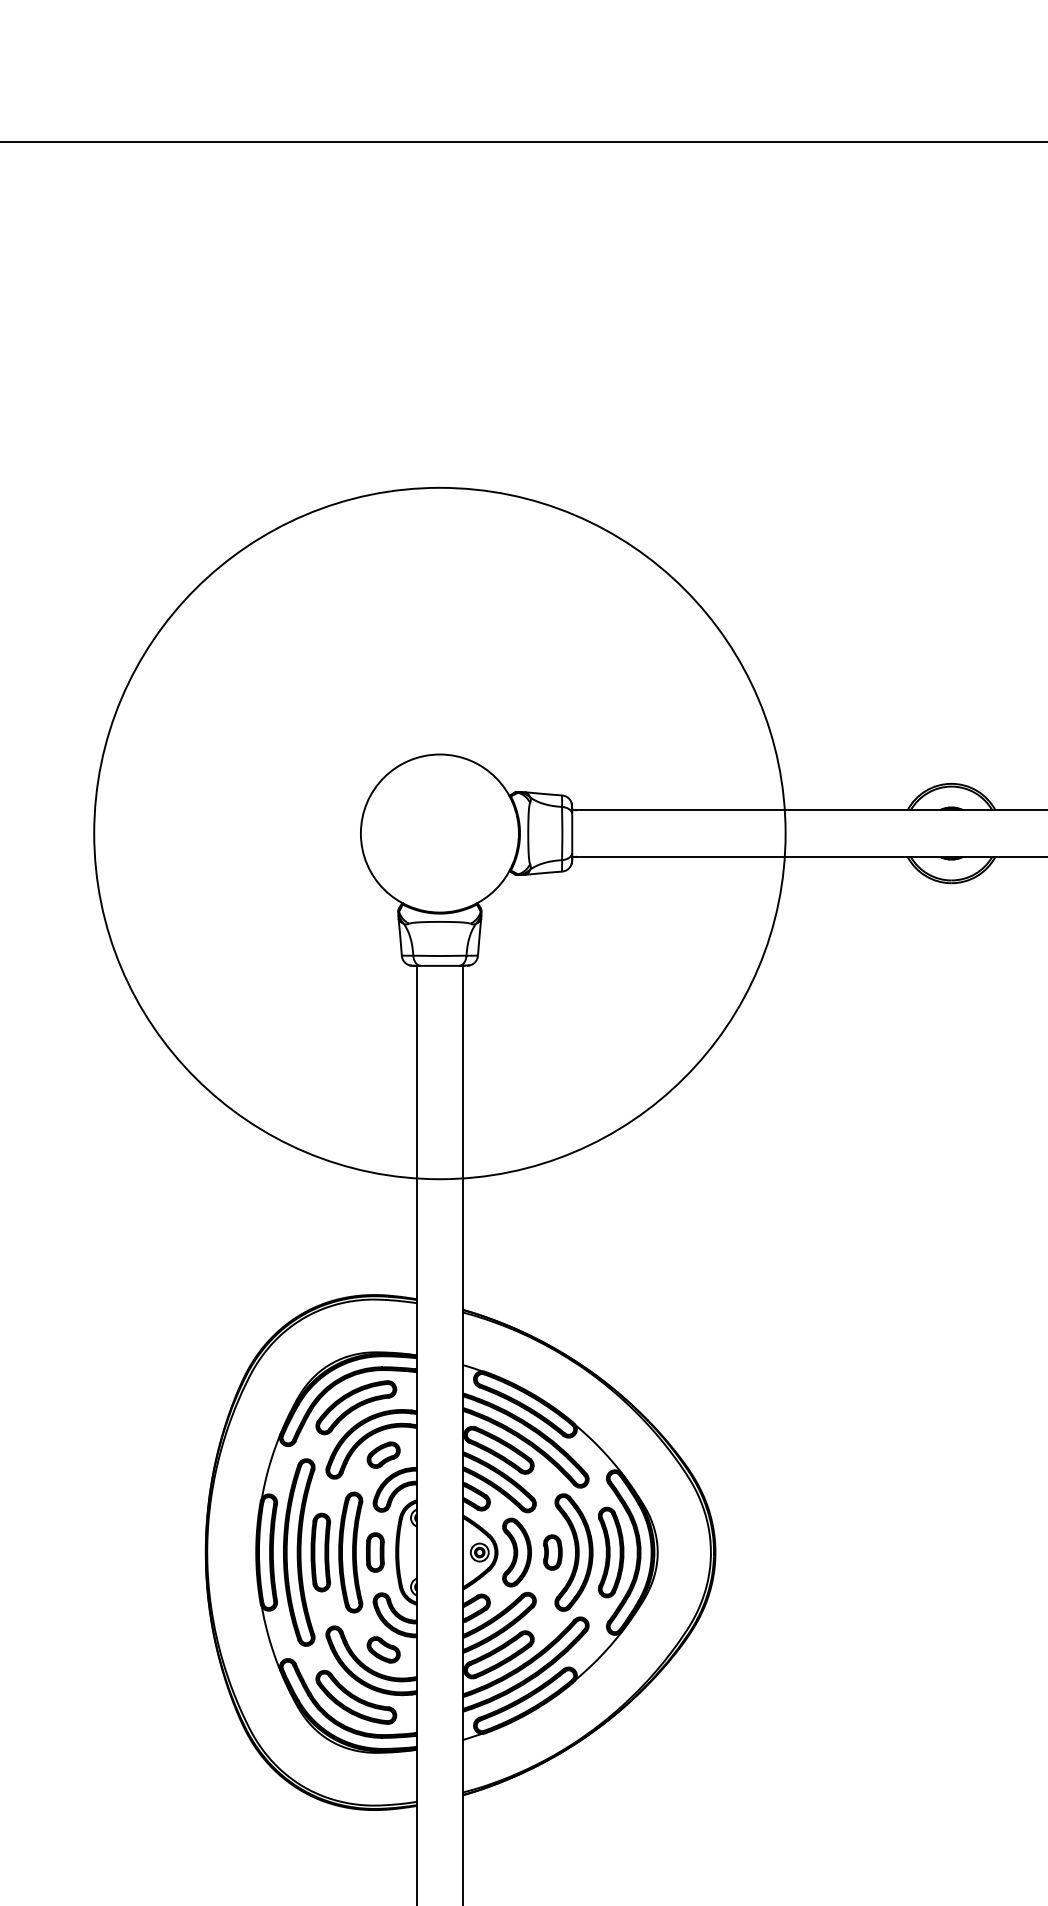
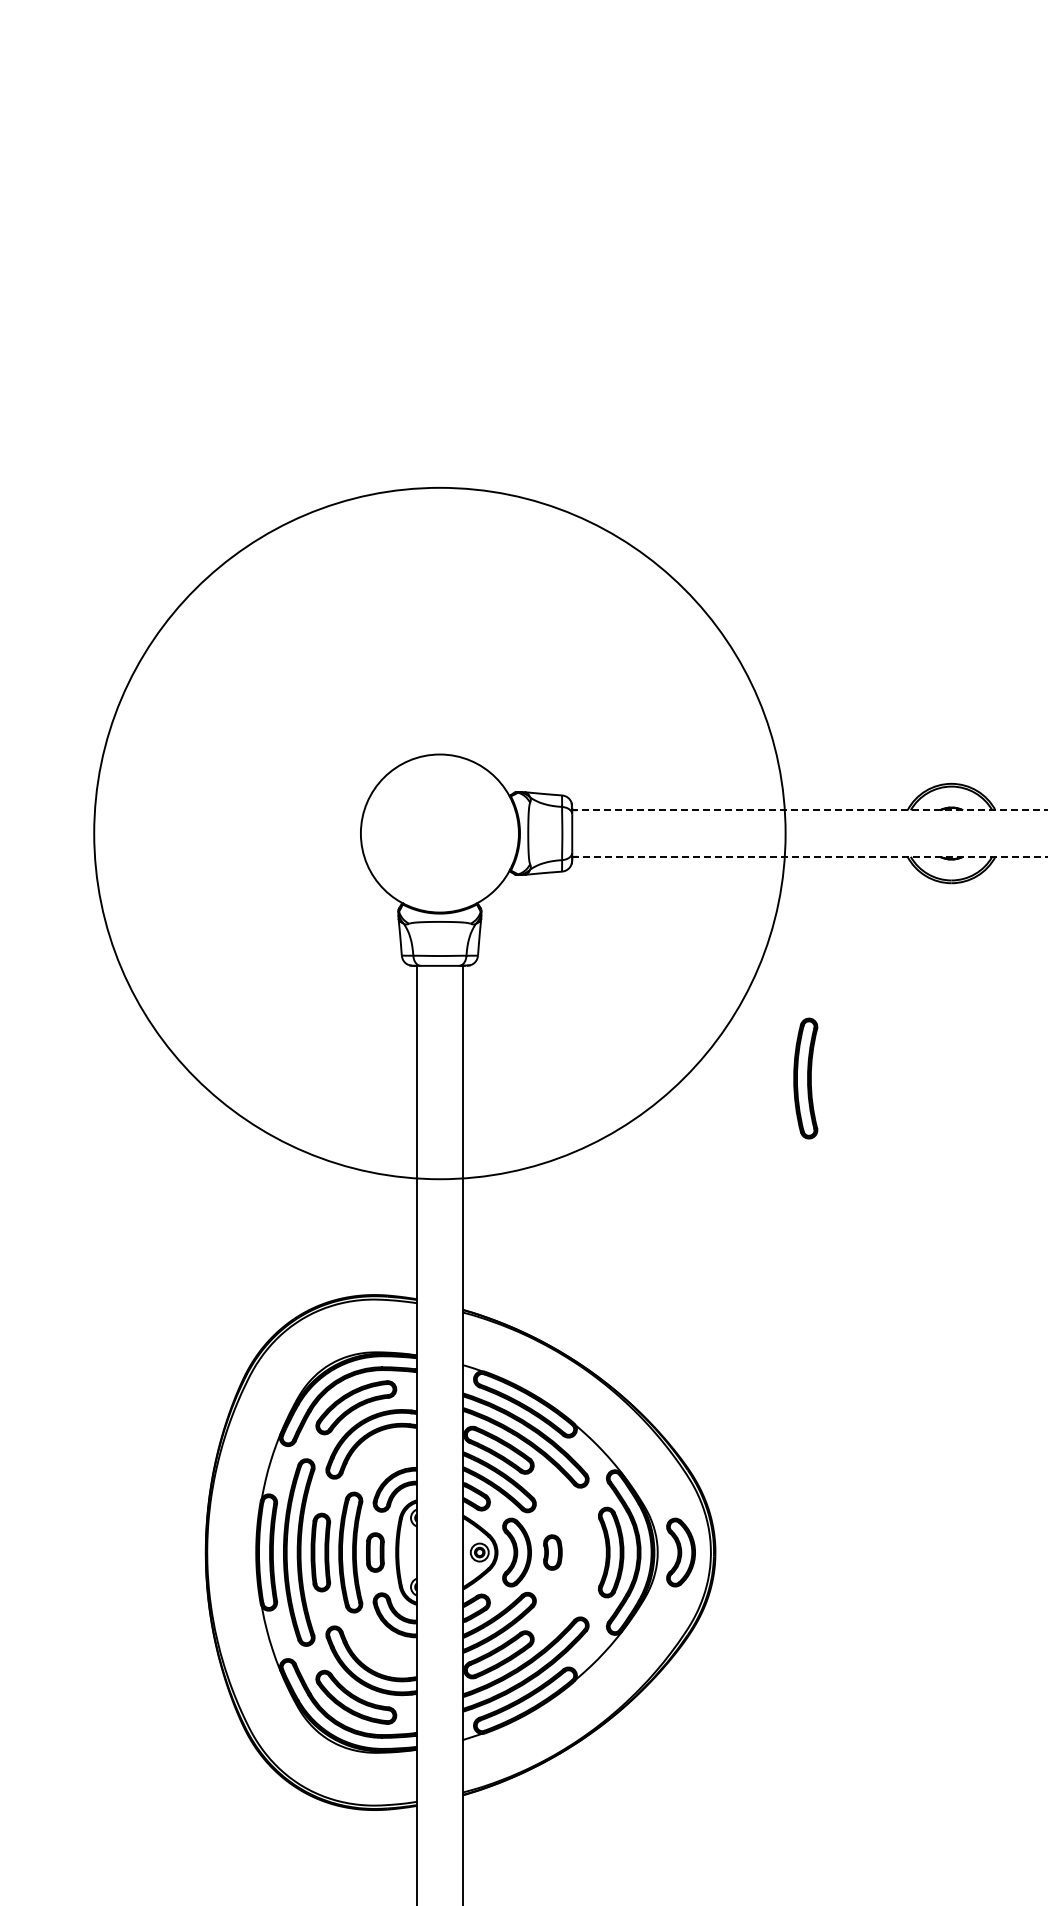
line at (523, 142): present -> none
line at (809, 810): solid -> dashed
line at (810, 856): solid -> dashed
part at (805, 1078): none -> present
part at (383, 1454): present -> none
part at (573, 1552): present -> none
part at (680, 1552): none -> present
part at (383, 1649): present -> none
